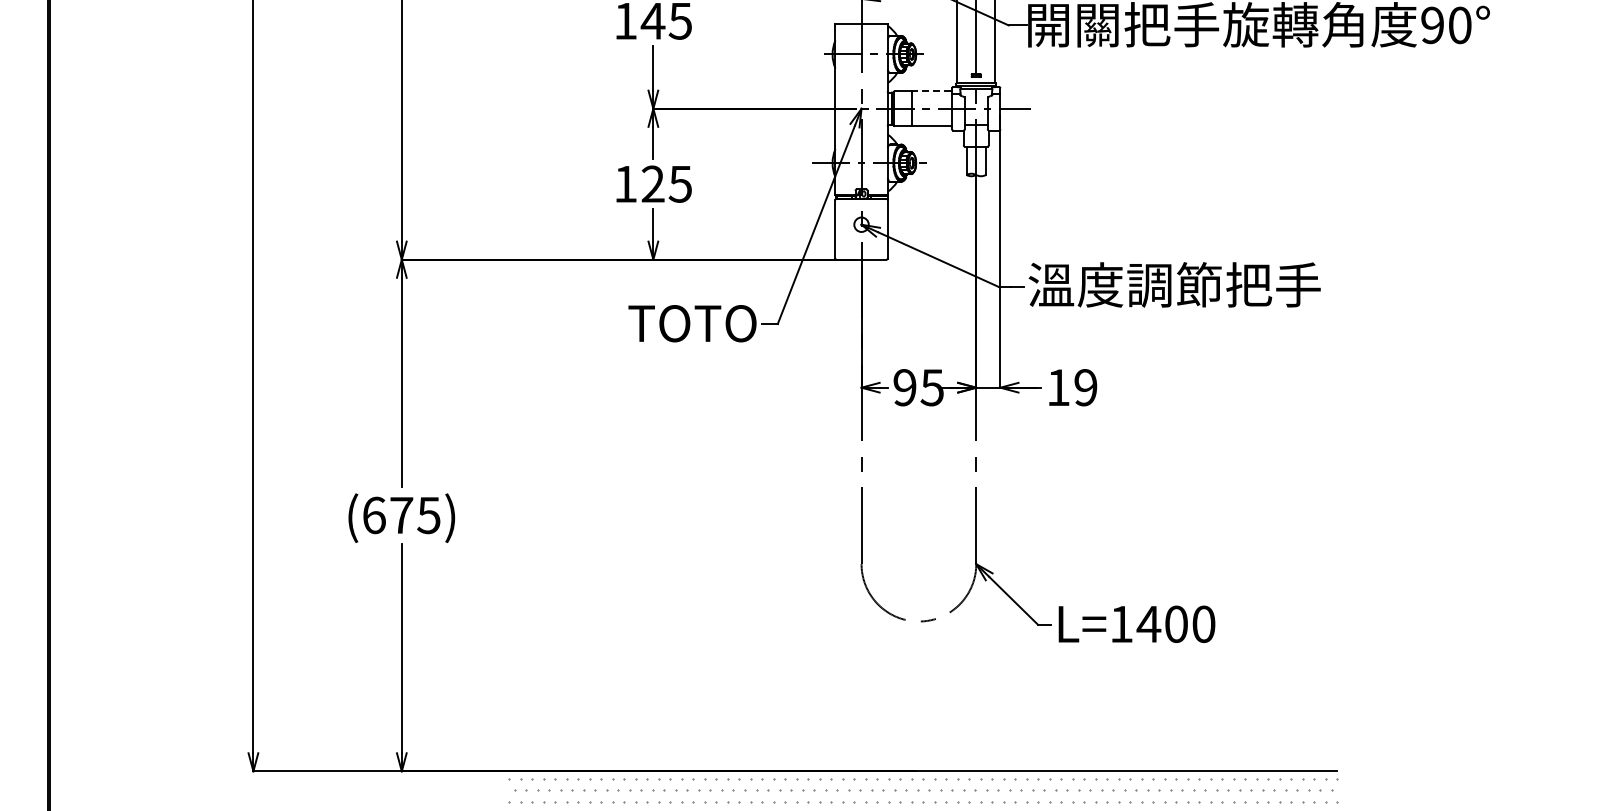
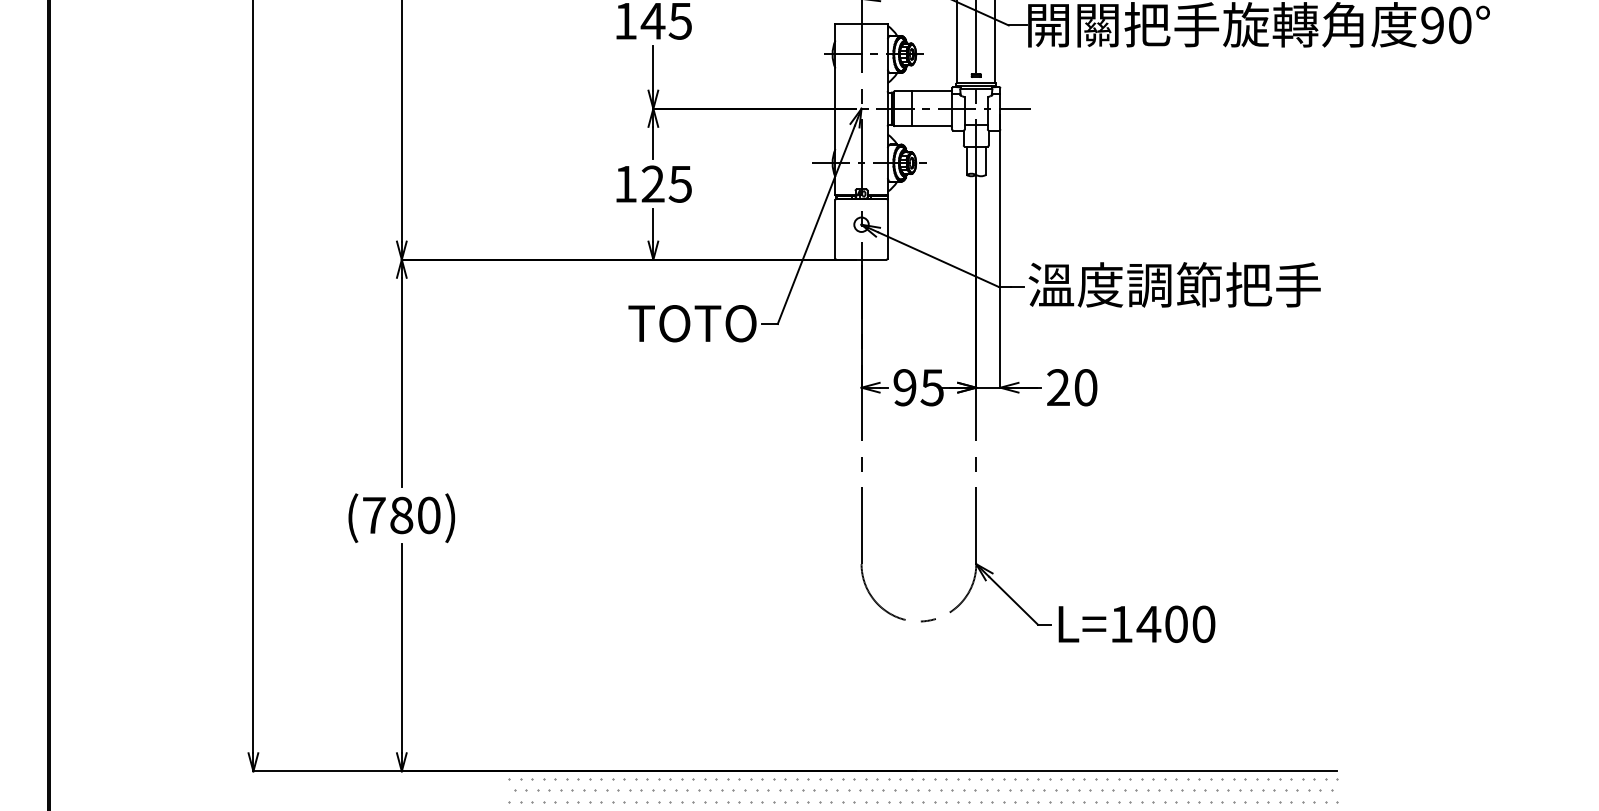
line at (931, 91): dashed -> solid
text at (1072, 387): 19 -> 20
text at (401, 515): (675) -> (780)
